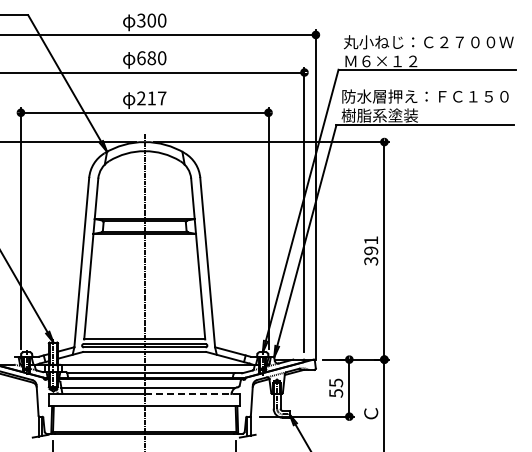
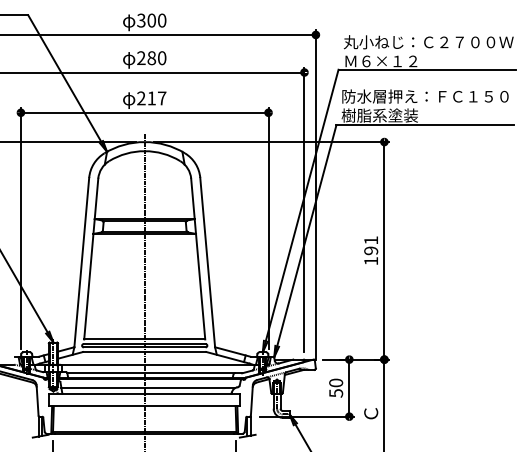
text at (141, 58): 680 -> 280
text at (371, 261): 391 -> 191
text at (336, 382): 55 -> 50
line at (192, 393): dashed -> solid
